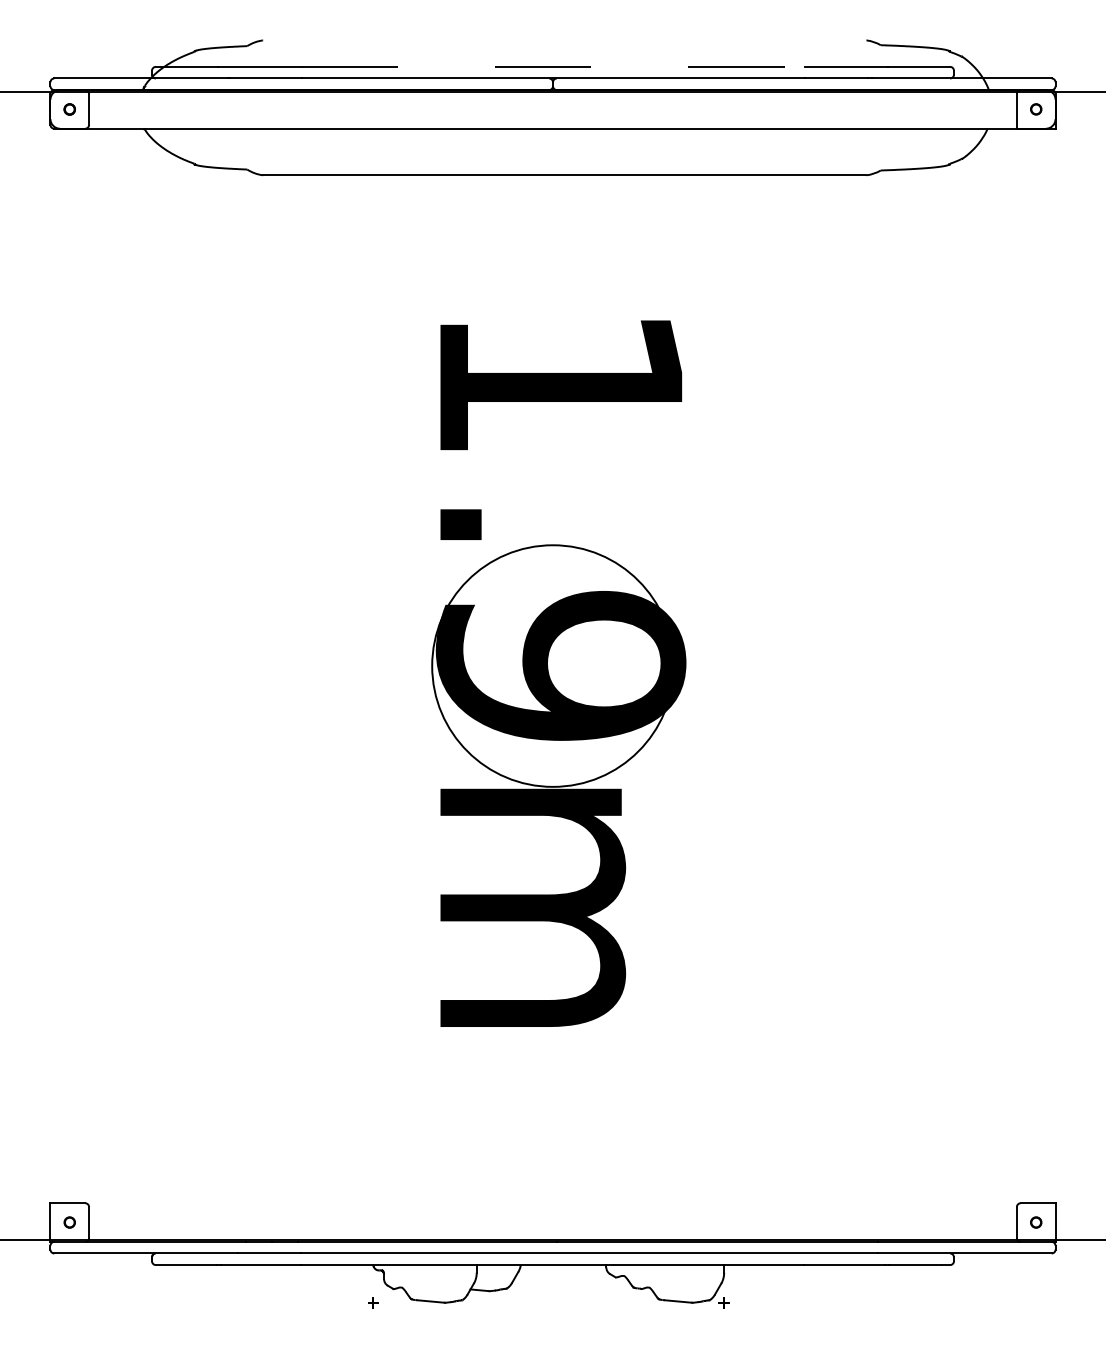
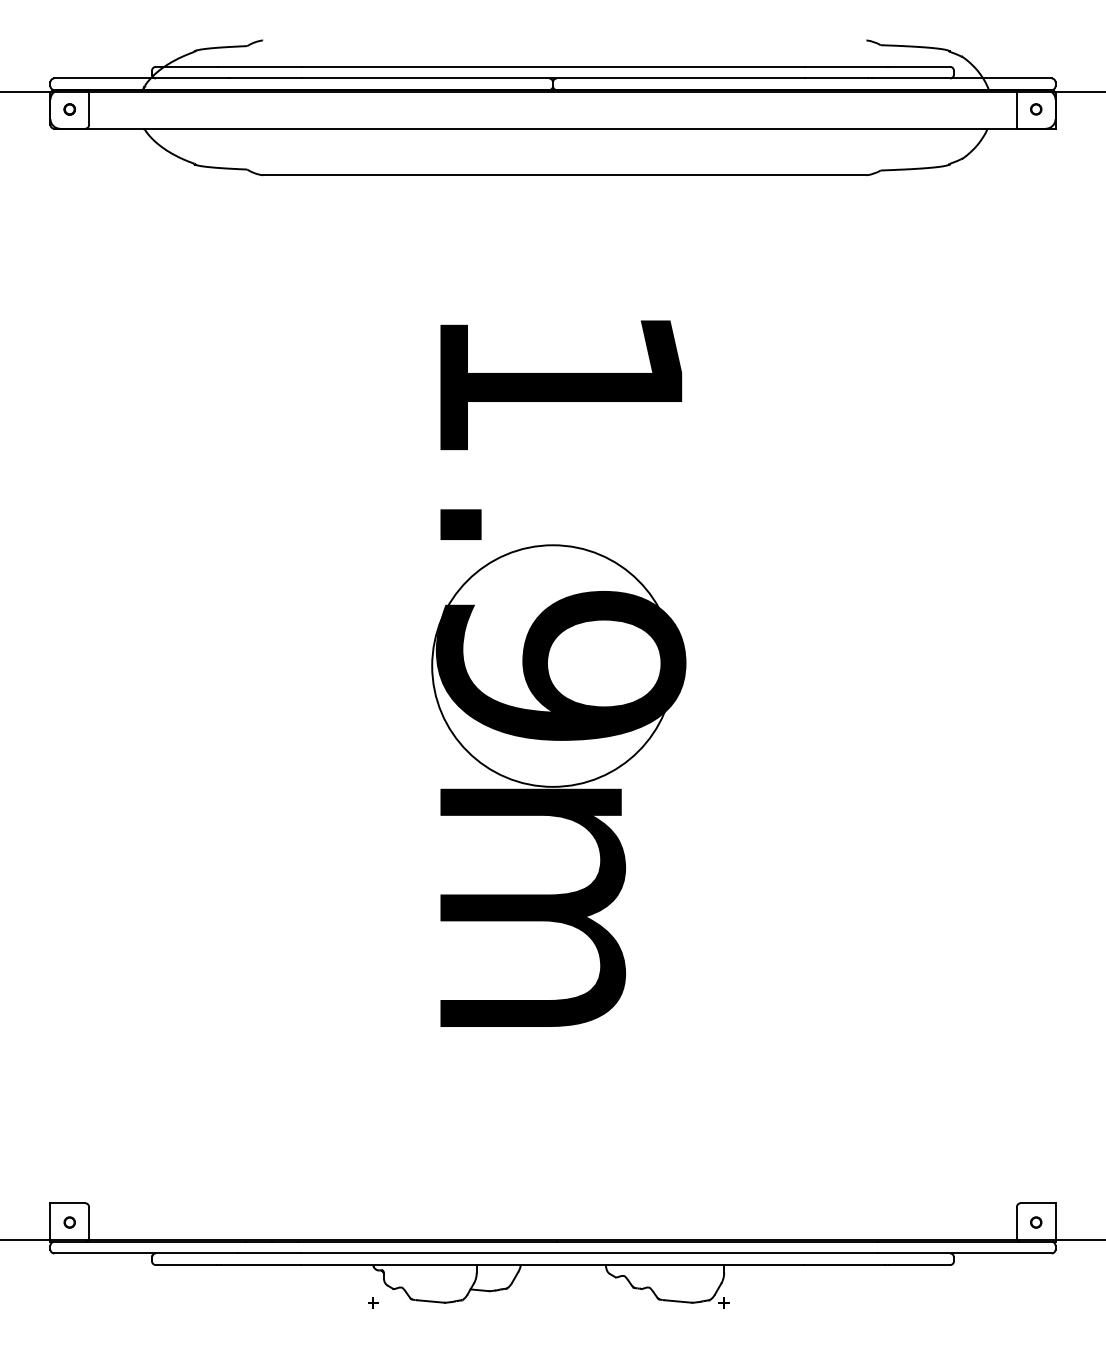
line at (553, 66): dashed -> solid
